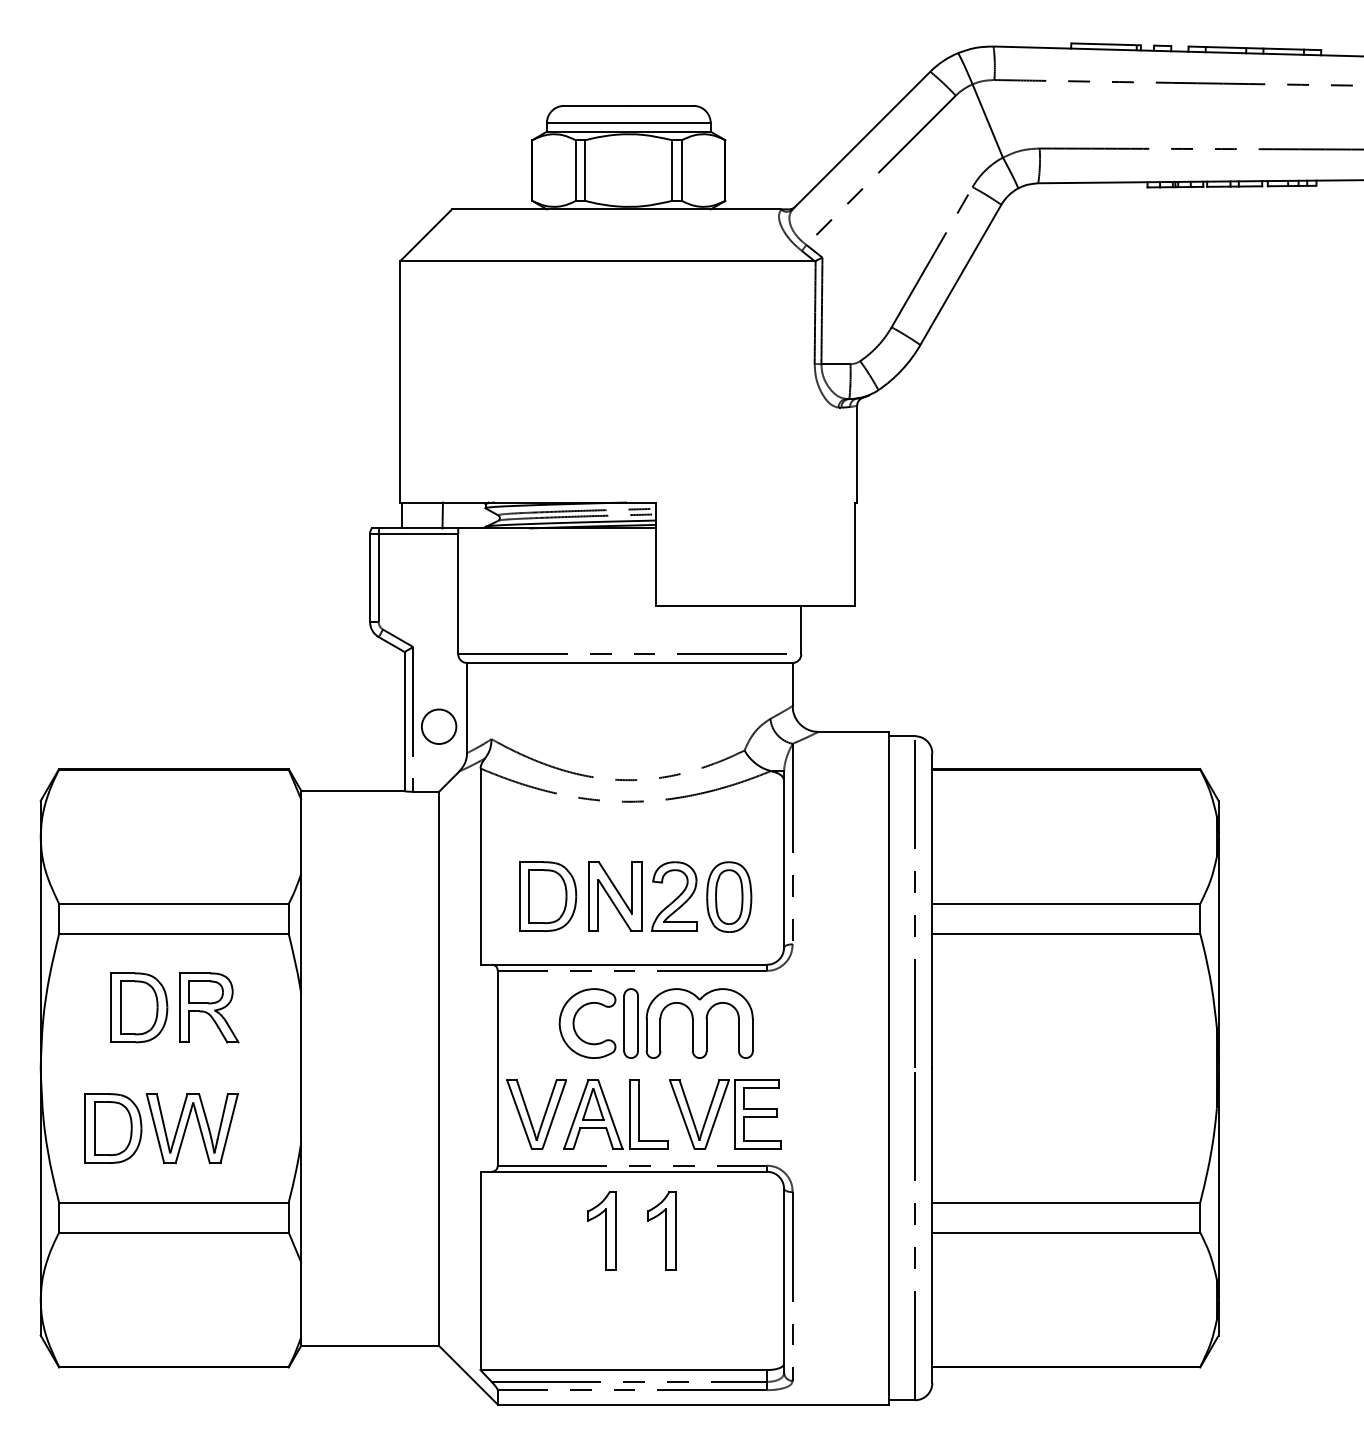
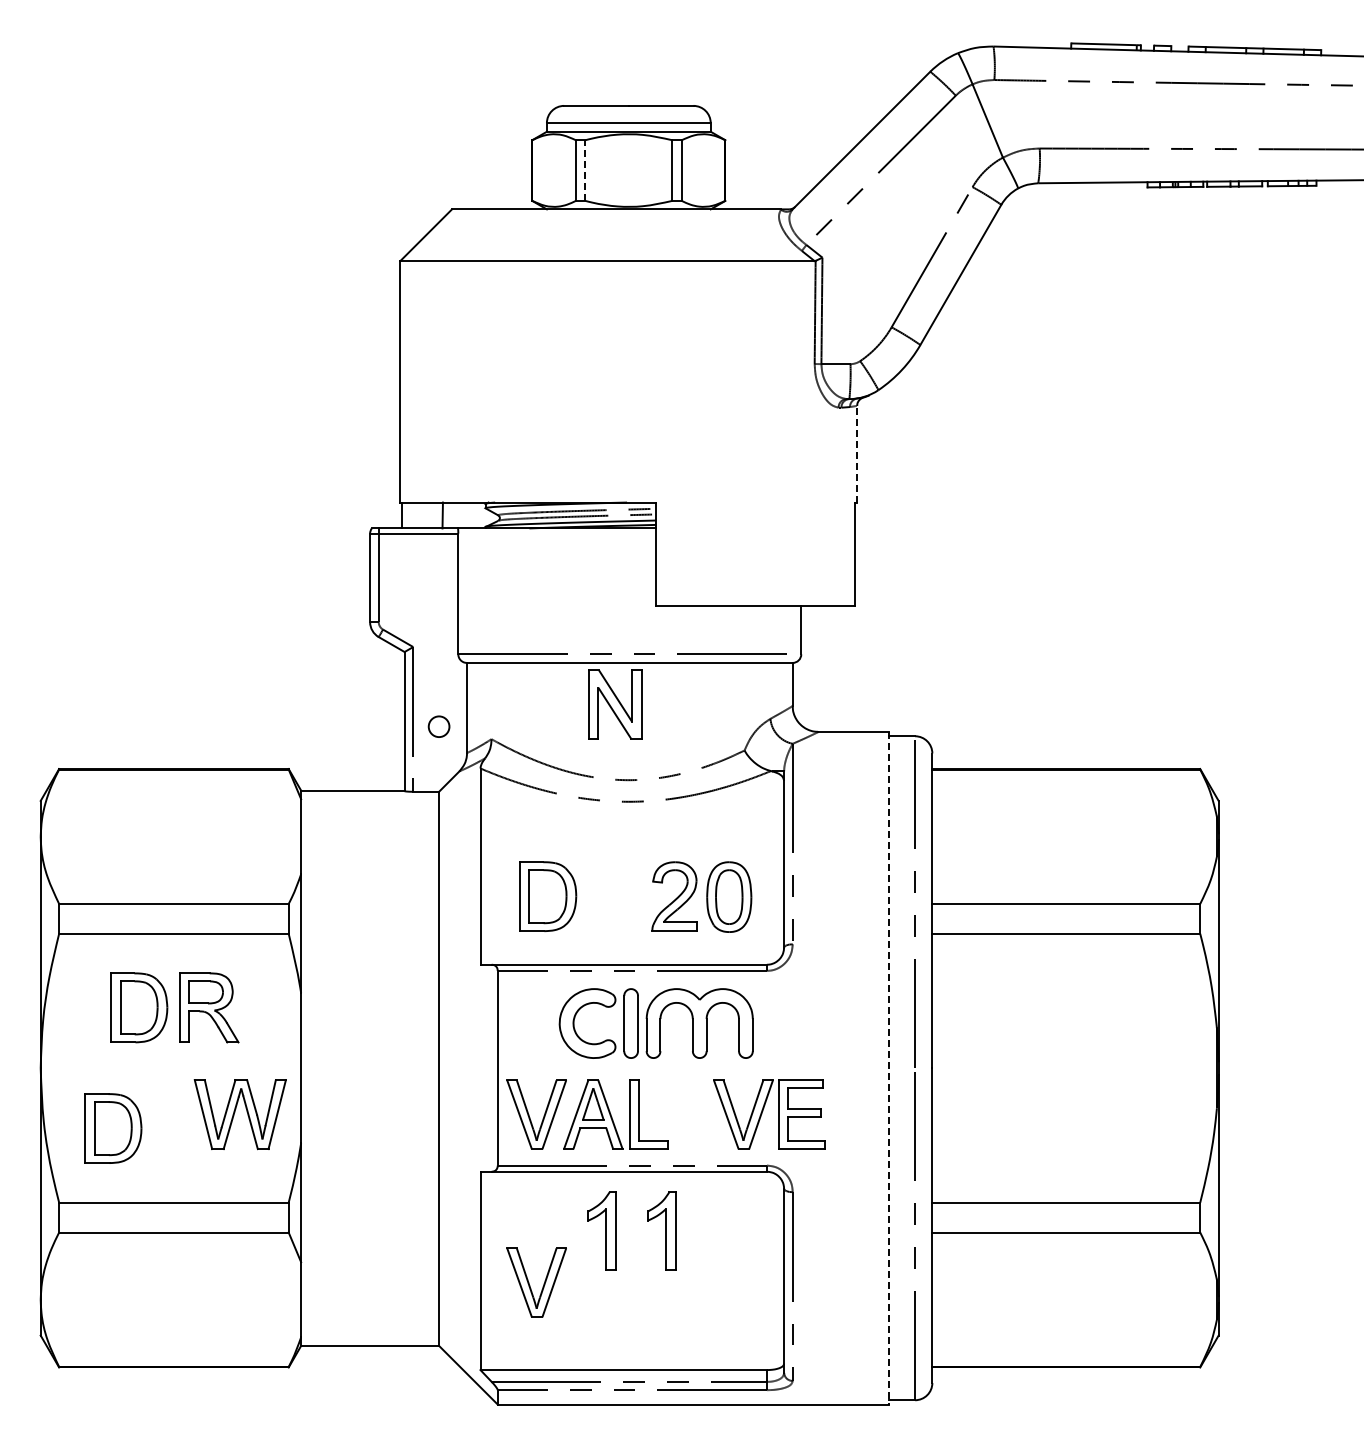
line at (585, 170): solid -> dashed
line at (857, 453): solid -> dashed
circle at (438, 726) diameter: 34 px -> 21 px
part at (615, 896) position: (615, 896) -> (615, 704)
line at (889, 1068): solid -> dashed
part at (719, 1111) position: (719, 1111) -> (763, 1111)
part at (191, 1128) position: (191, 1128) -> (239, 1114)
part at (530, 1285): none -> present
